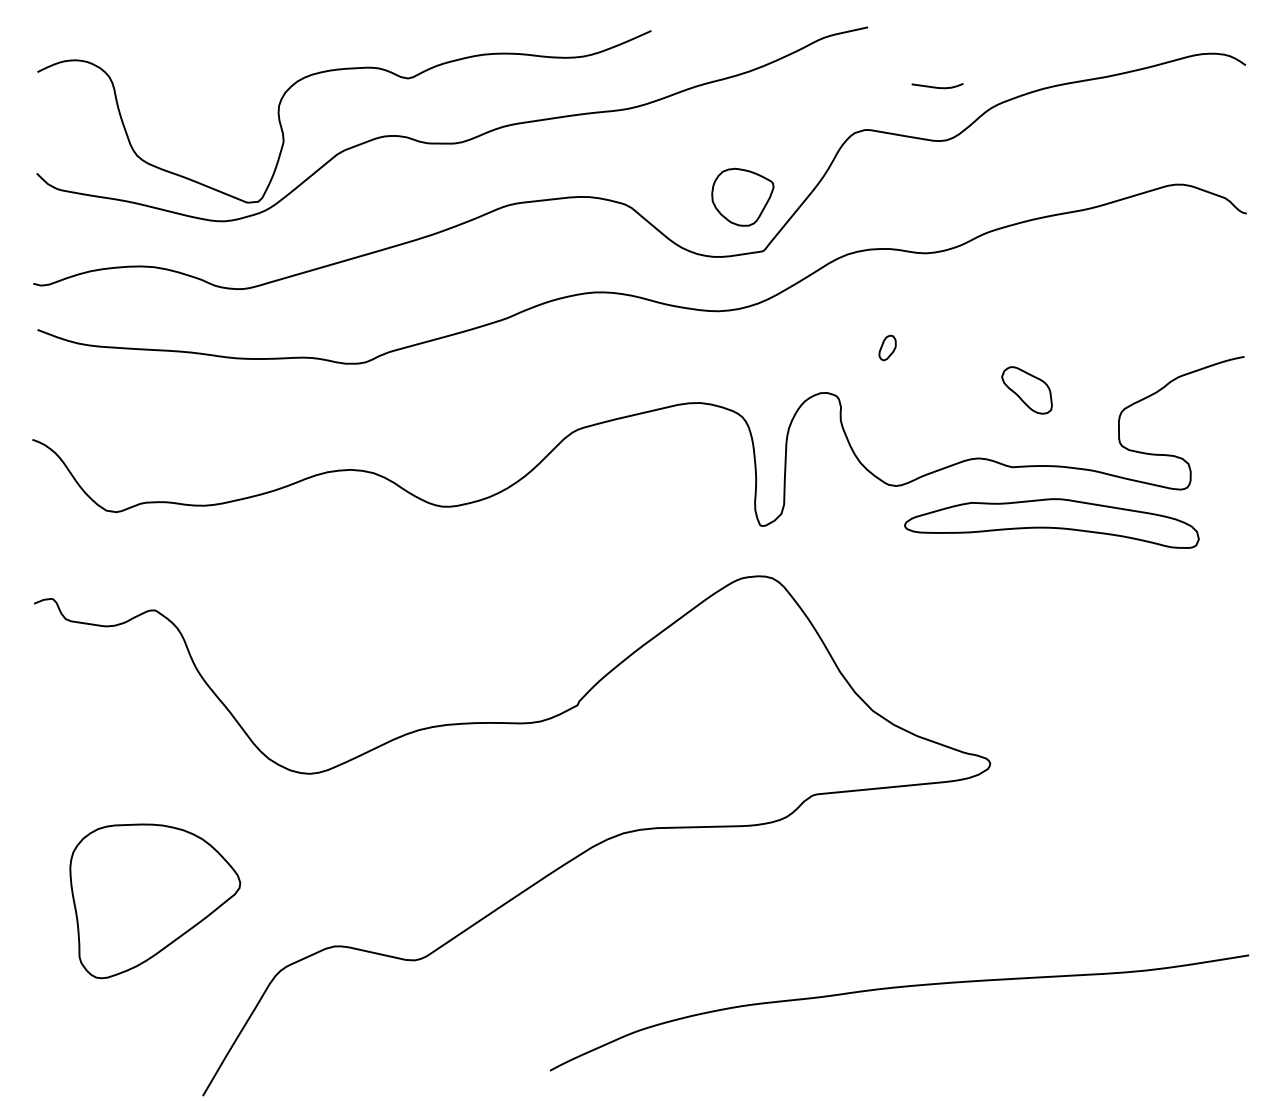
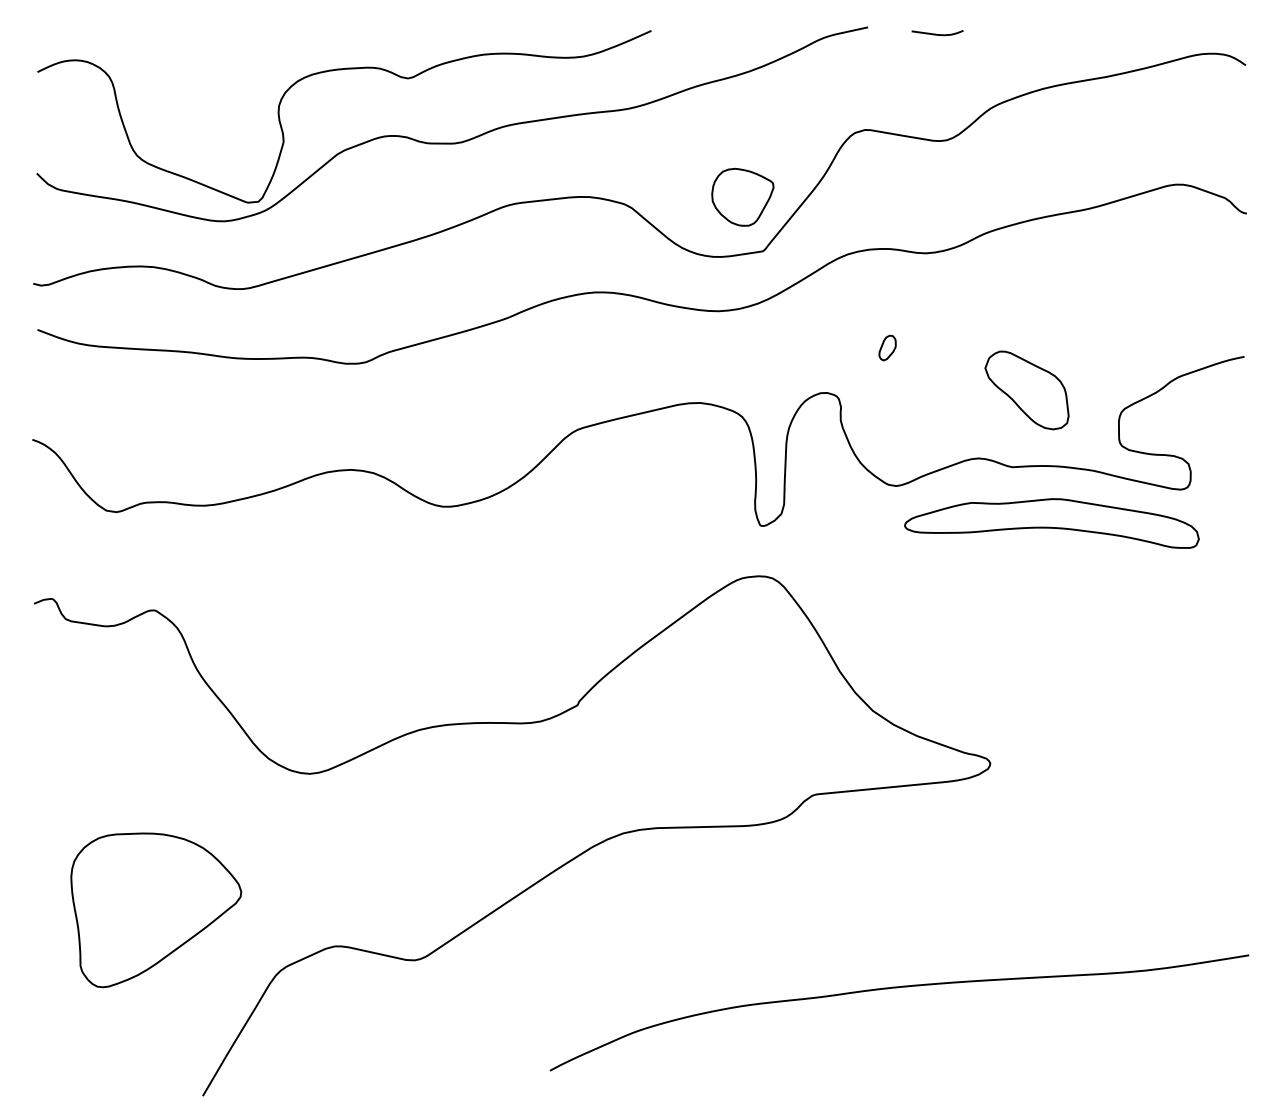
curve at (936, 86) position: (936, 86) -> (936, 33)
part at (1026, 390) size: 52x49 px -> 86x81 px
part at (155, 901) position: (155, 901) -> (156, 910)
